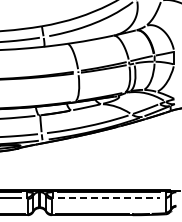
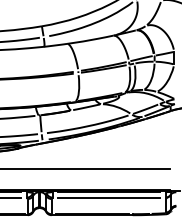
line at (85, 168): none -> present
line at (109, 197): dashed -> solid
